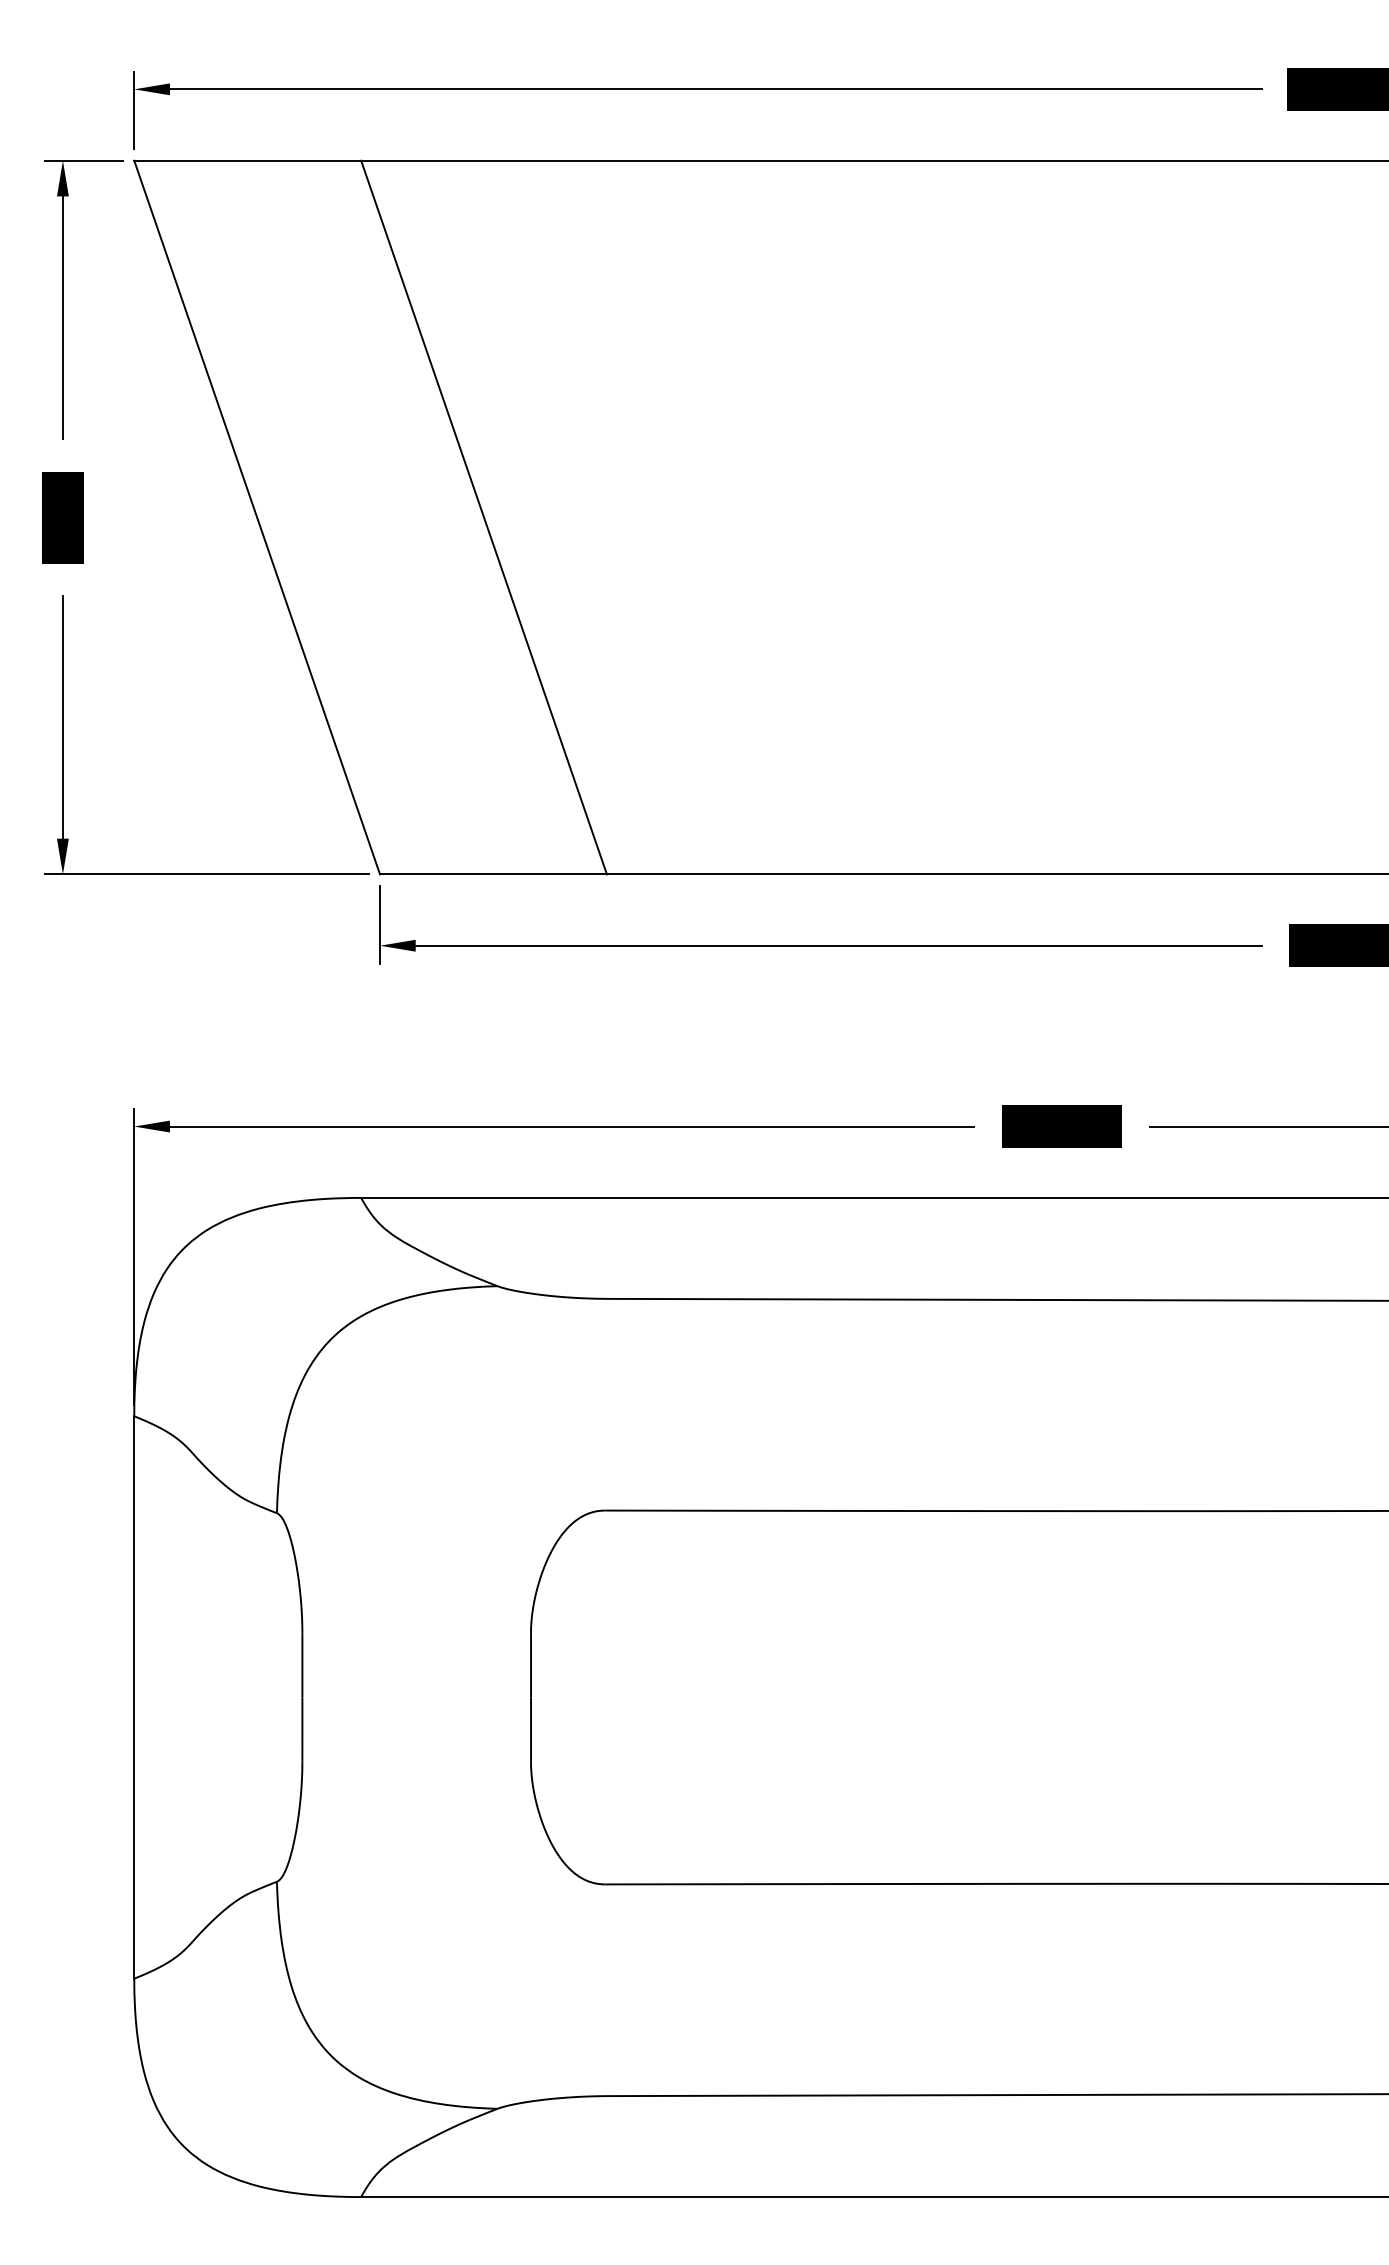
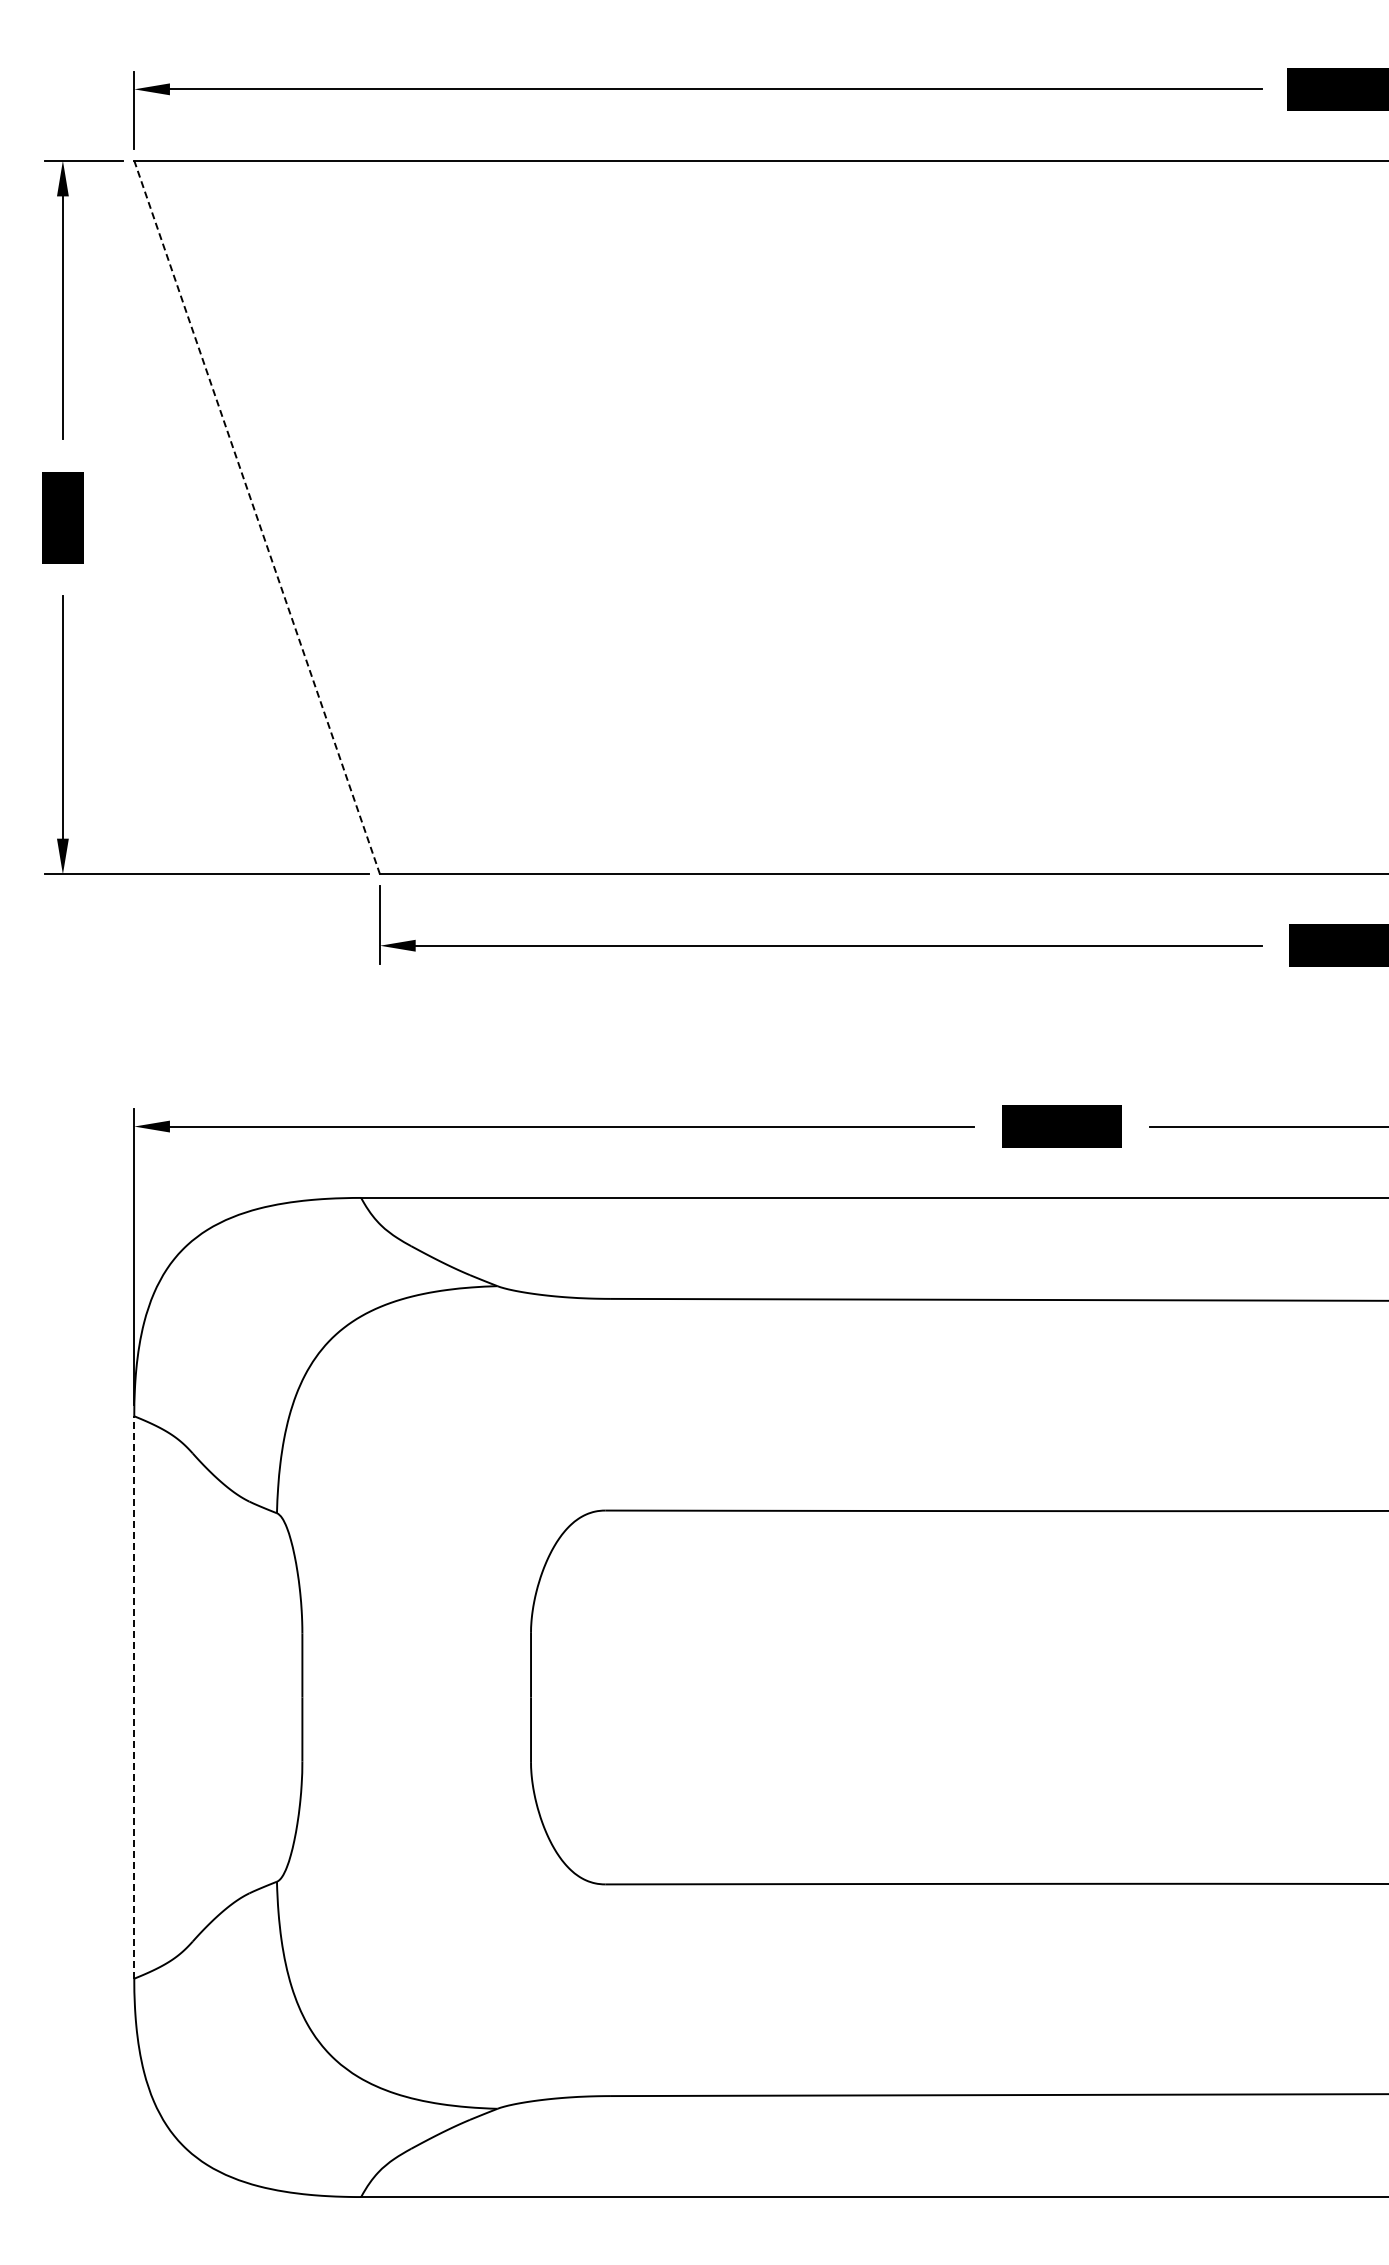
line at (256, 517): solid -> dashed
line at (483, 517): present -> none
line at (134, 1696): solid -> dashed
